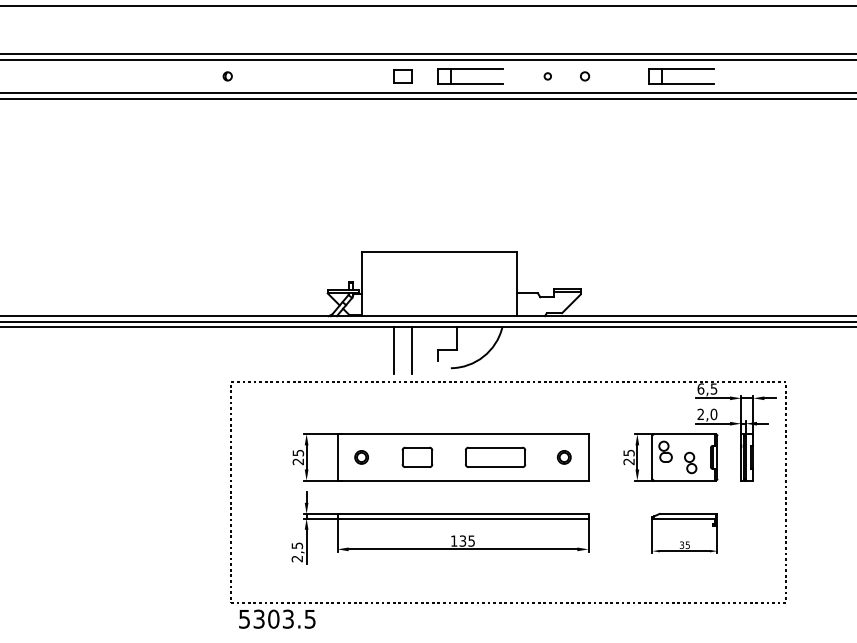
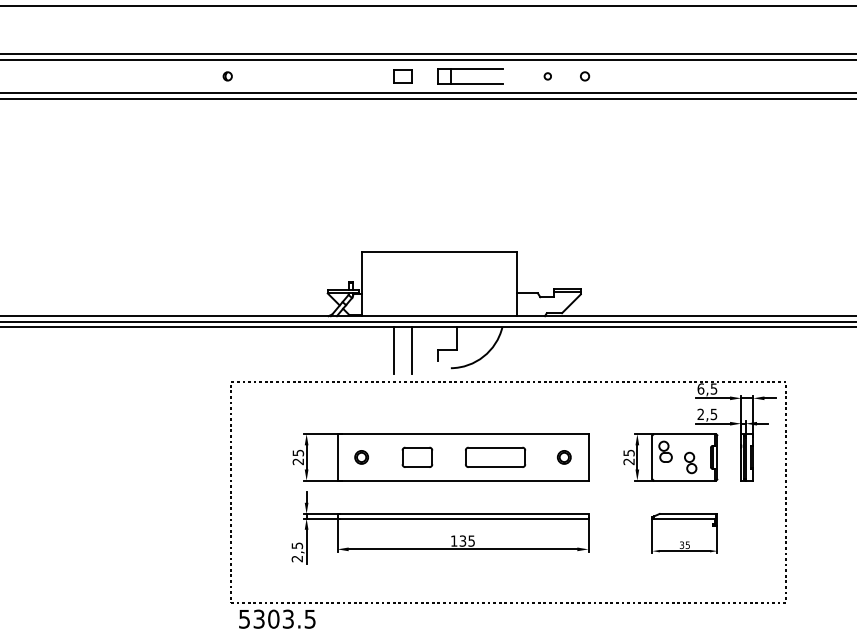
part at (681, 69): present -> none
text at (713, 414): 2,0 -> 2,5
